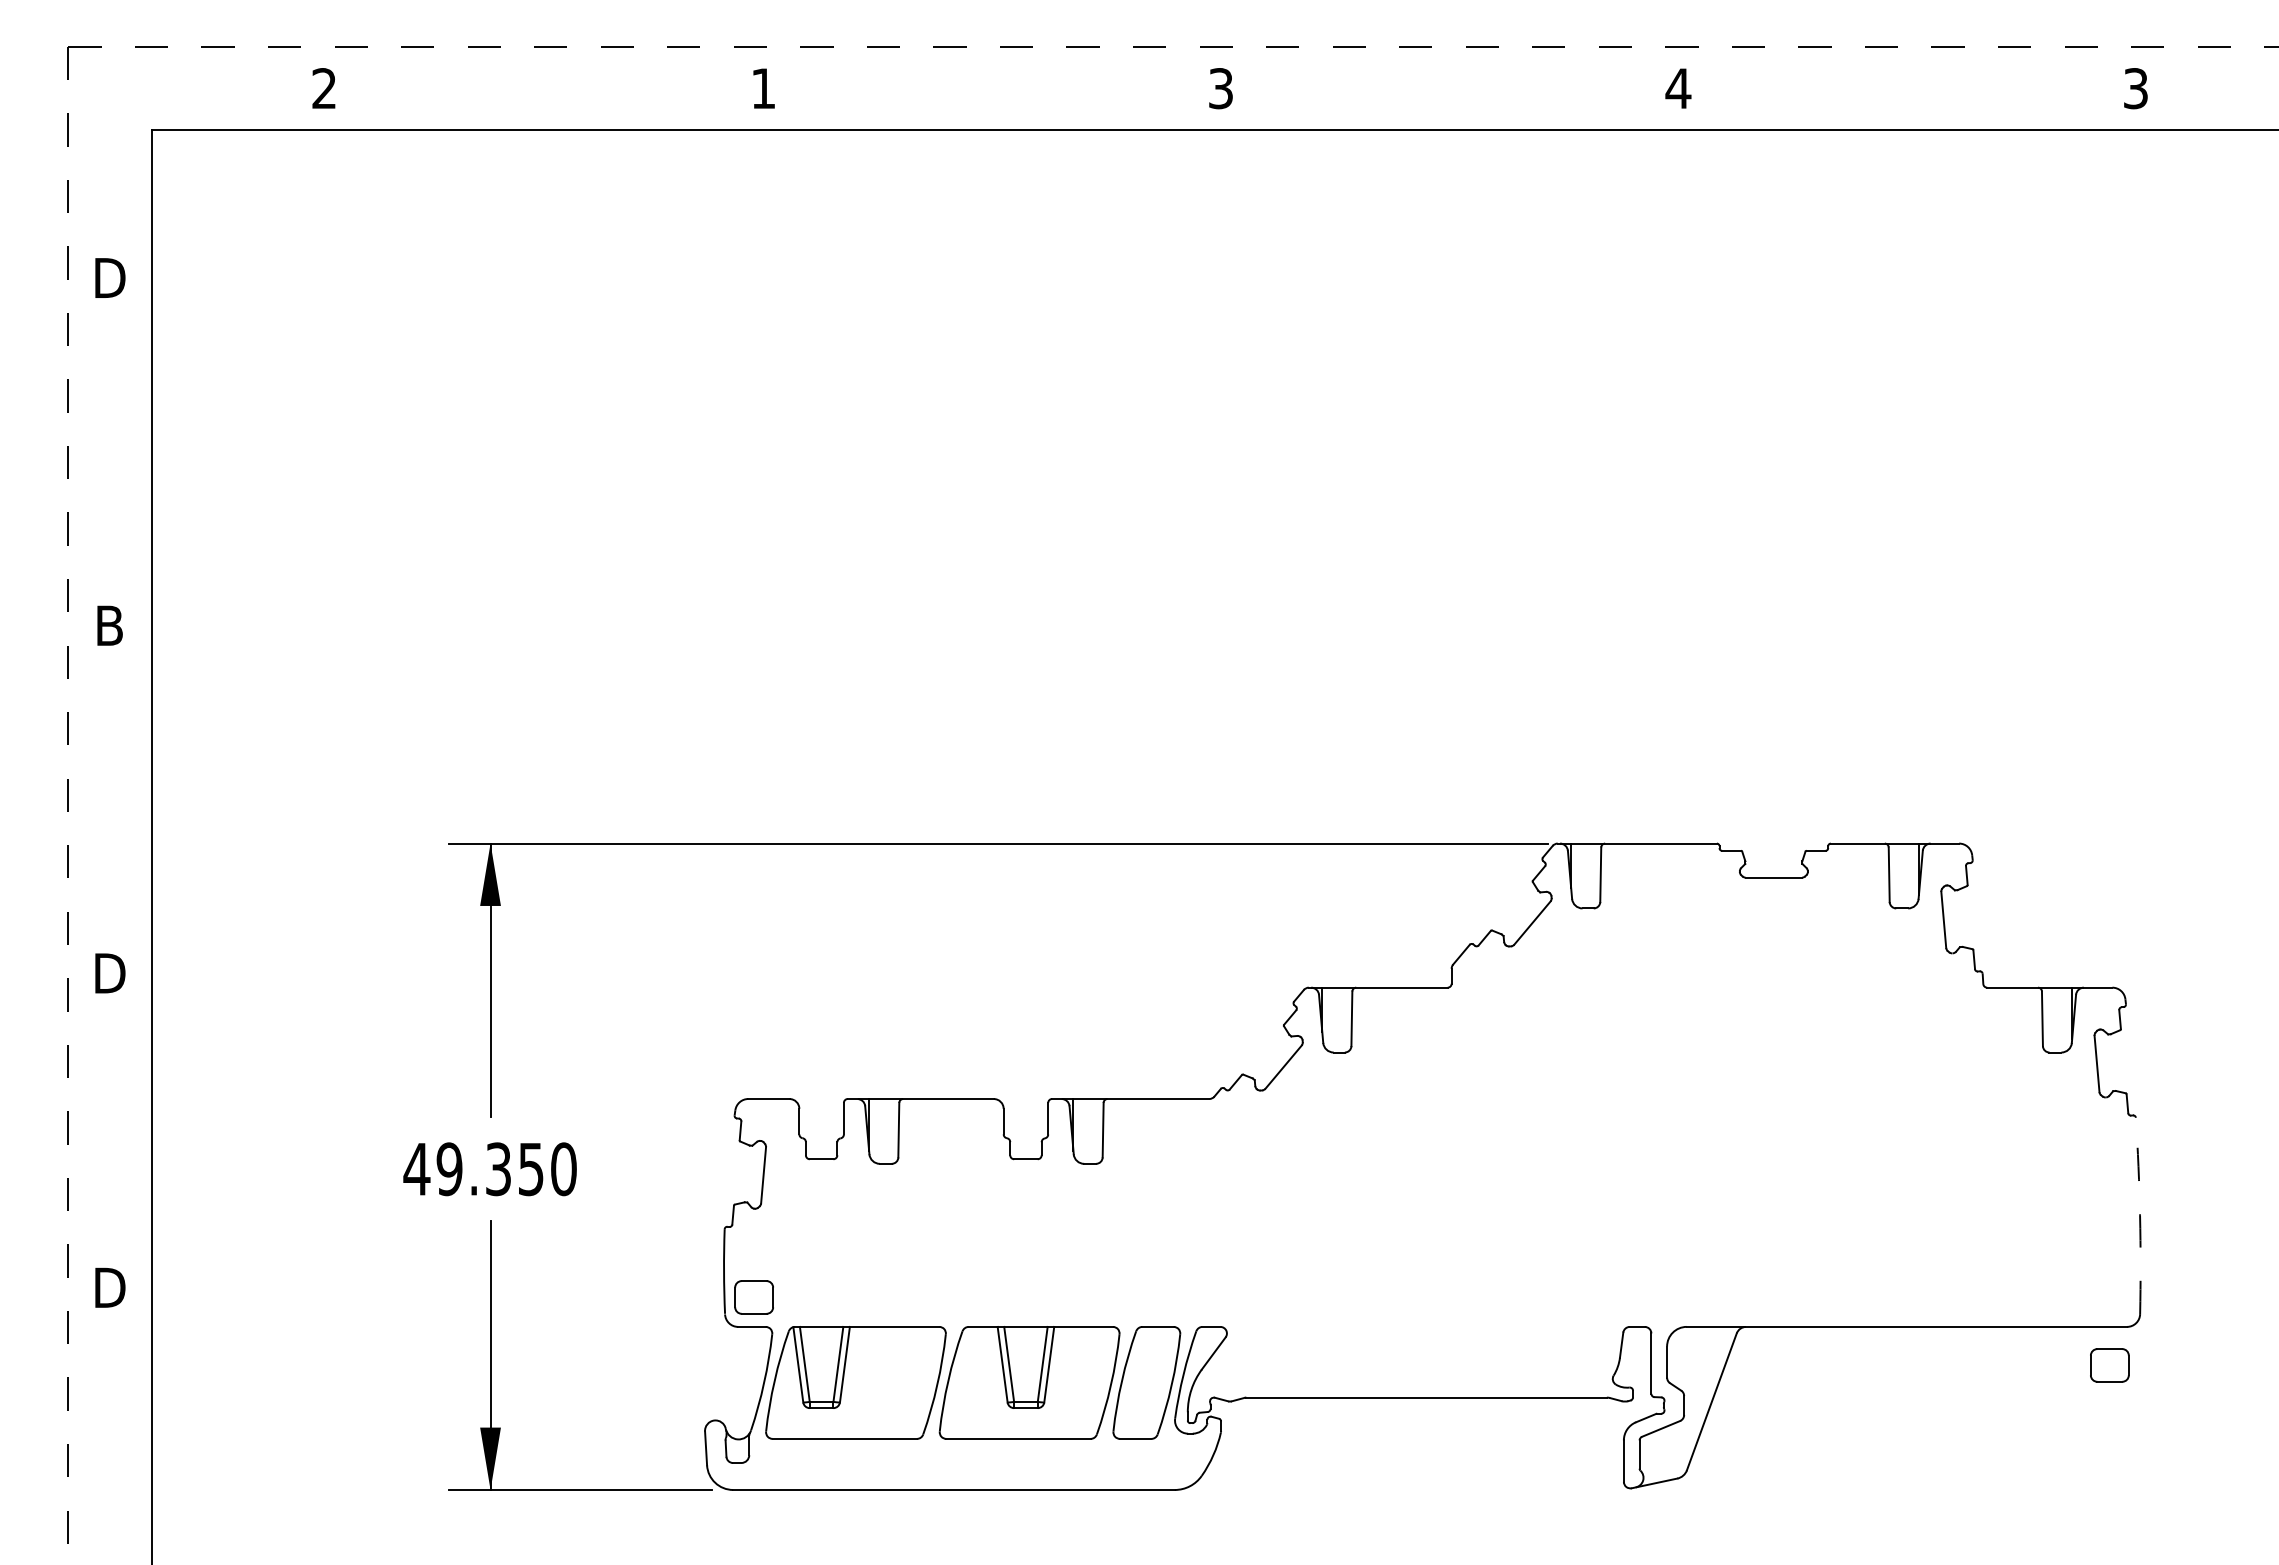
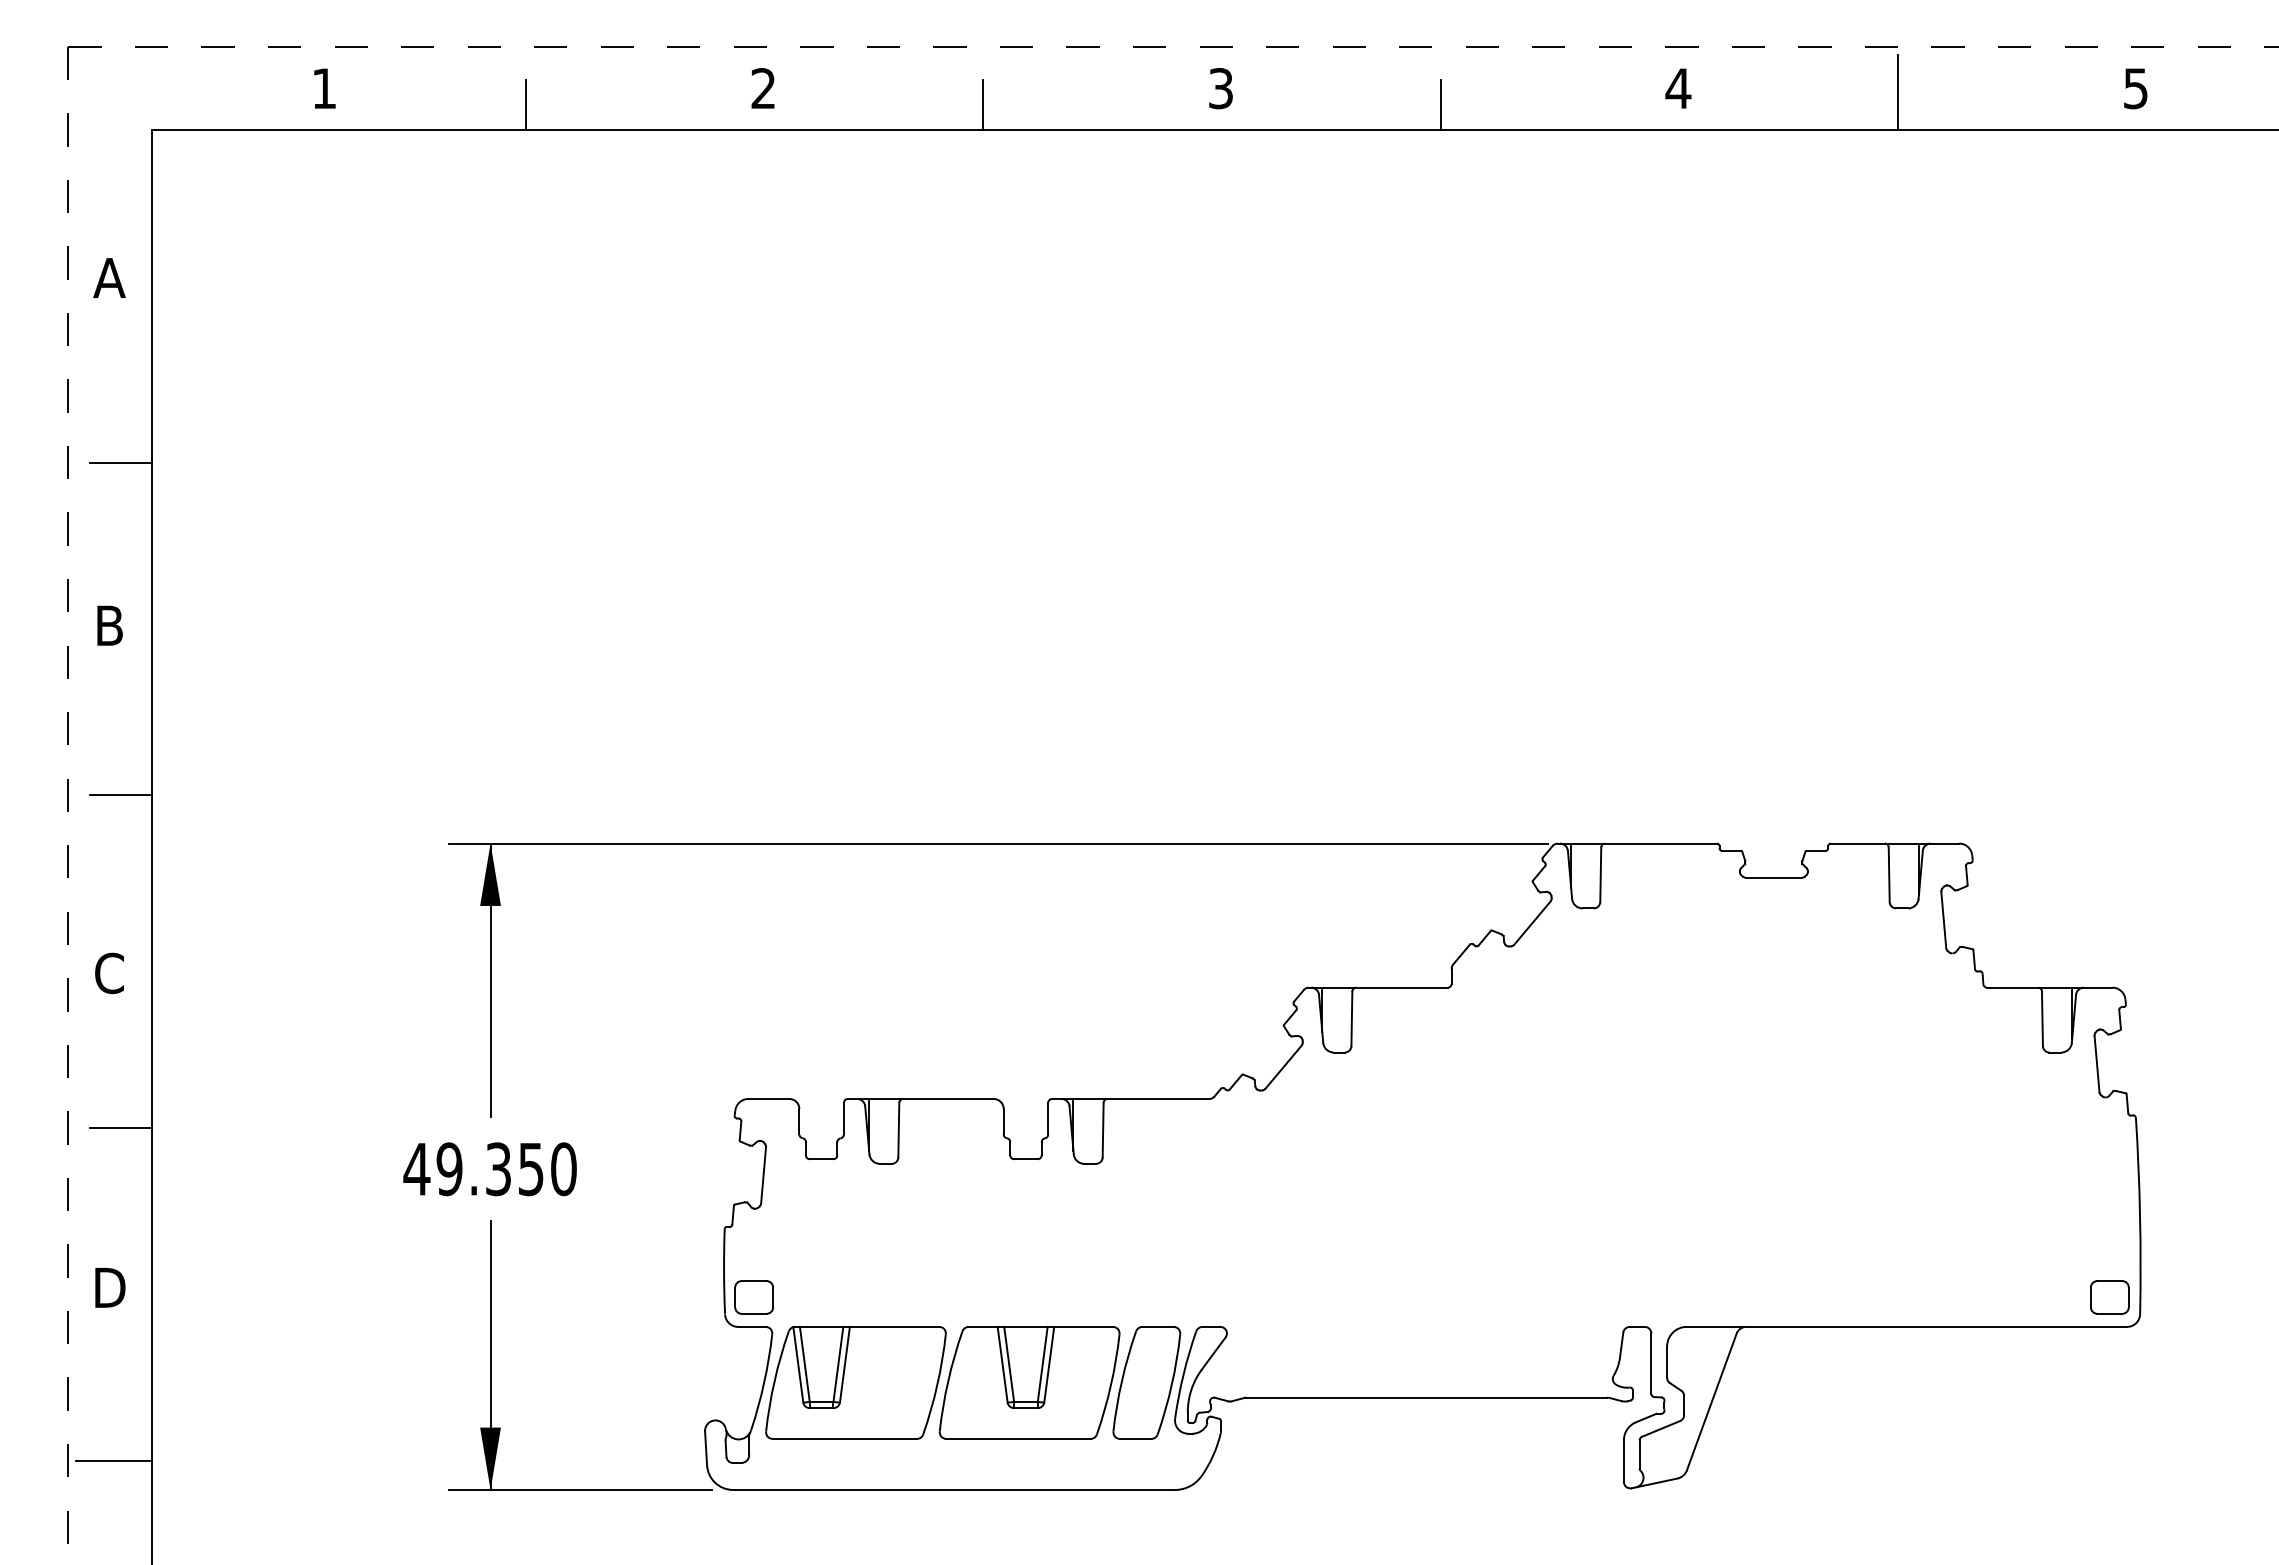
text at (323, 88): 2 -> 1
text at (762, 88): 1 -> 2
text at (2135, 88): 3 -> 5
line at (1898, 92): none -> present
line at (525, 104): none -> present
line at (983, 104): none -> present
line at (1440, 104): none -> present
text at (109, 277): D -> A
line at (120, 462): none -> present
line at (120, 795): none -> present
text at (110, 973): D -> C
line at (120, 1127): none -> present
arc at (2140, 1215): dashed -> solid
part at (2109, 1365) position: (2109, 1365) -> (2109, 1297)
line at (112, 1460): none -> present
